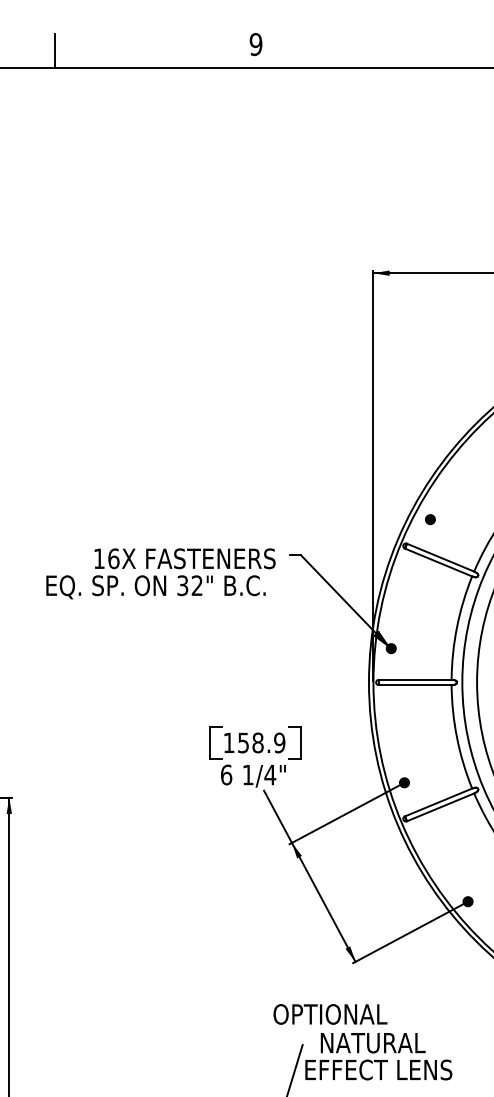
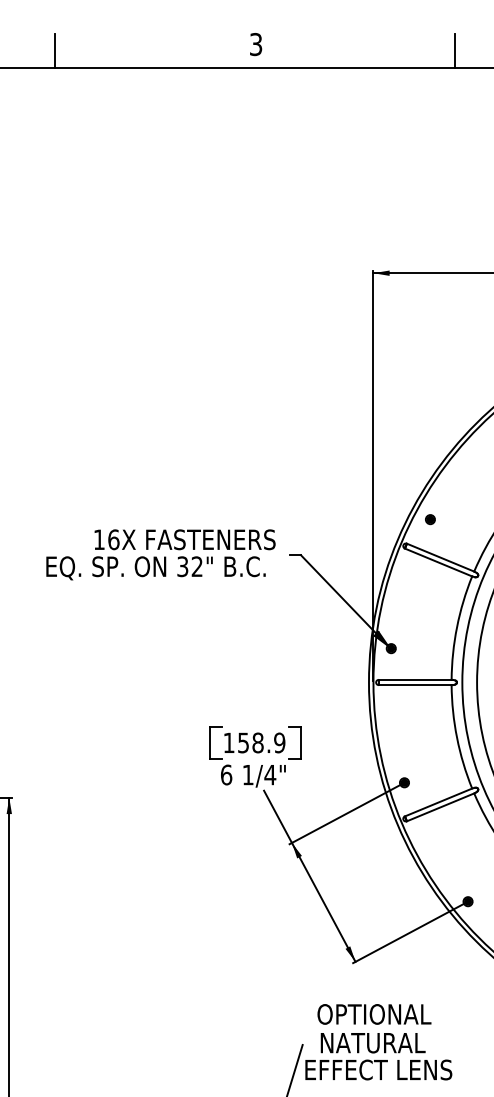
text at (255, 44): 9 -> 3
line at (455, 50): none -> present
text at (160, 573) position: (160, 573) -> (160, 554)
text at (330, 1014) position: (330, 1014) -> (374, 1014)
